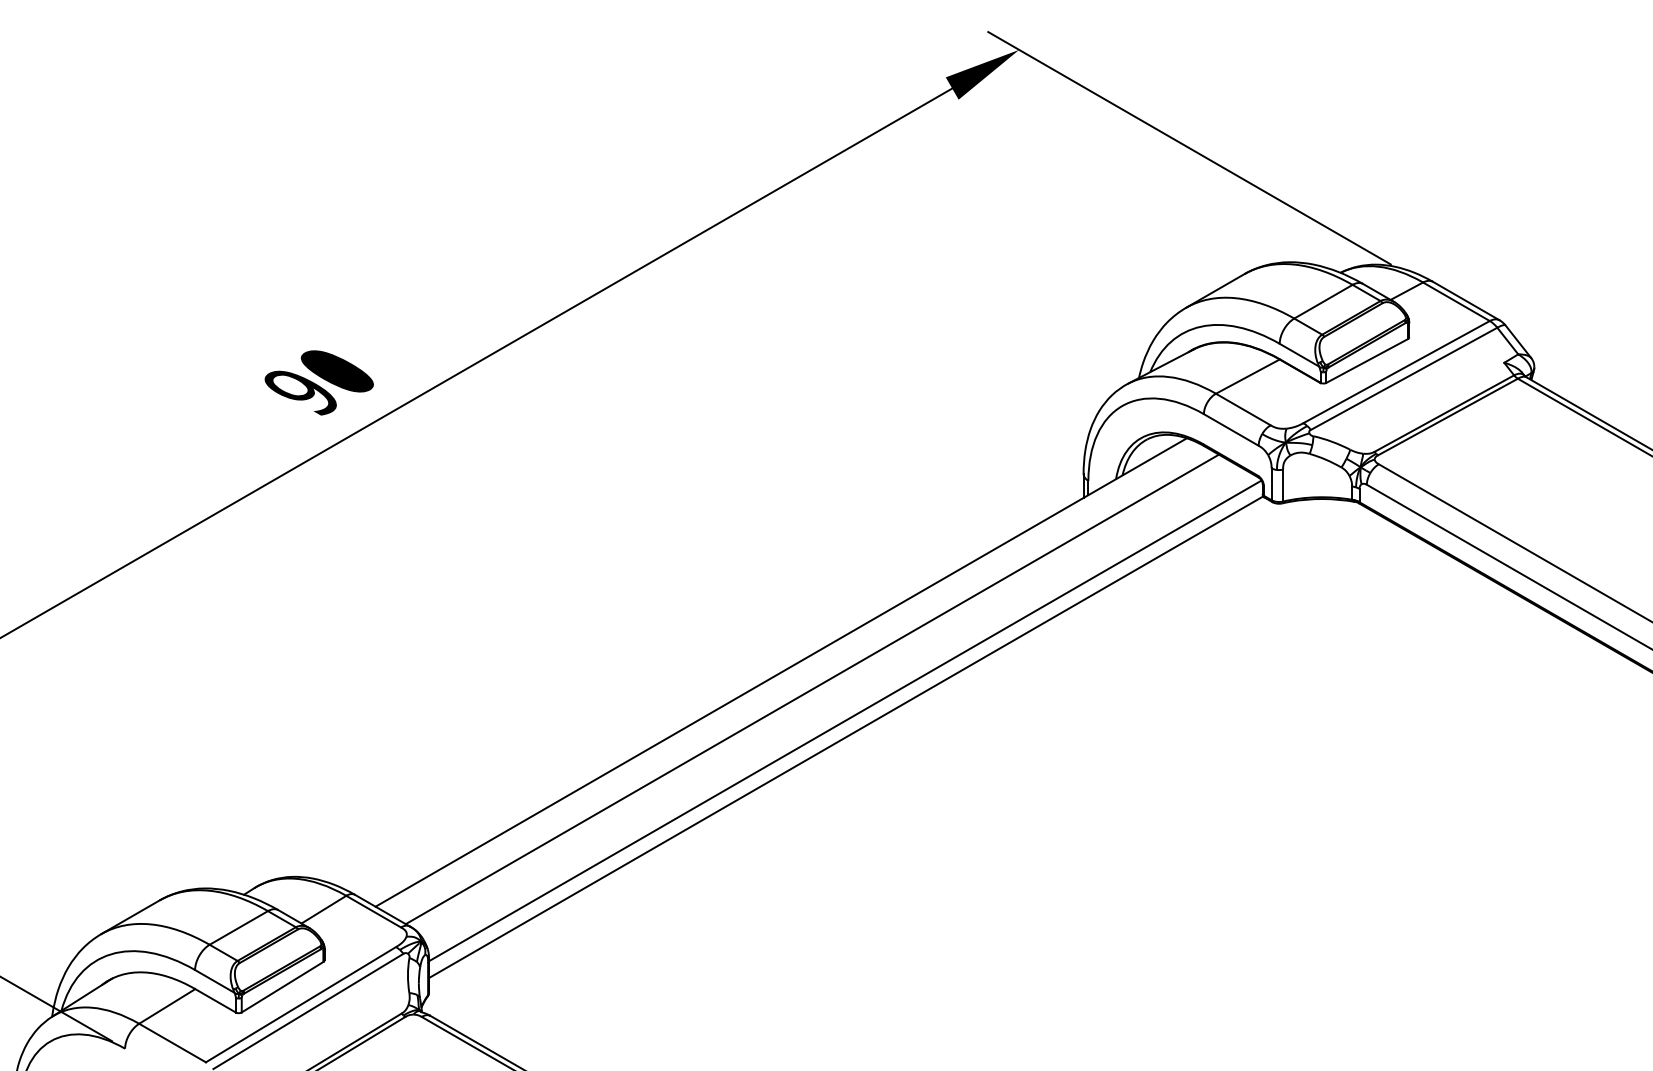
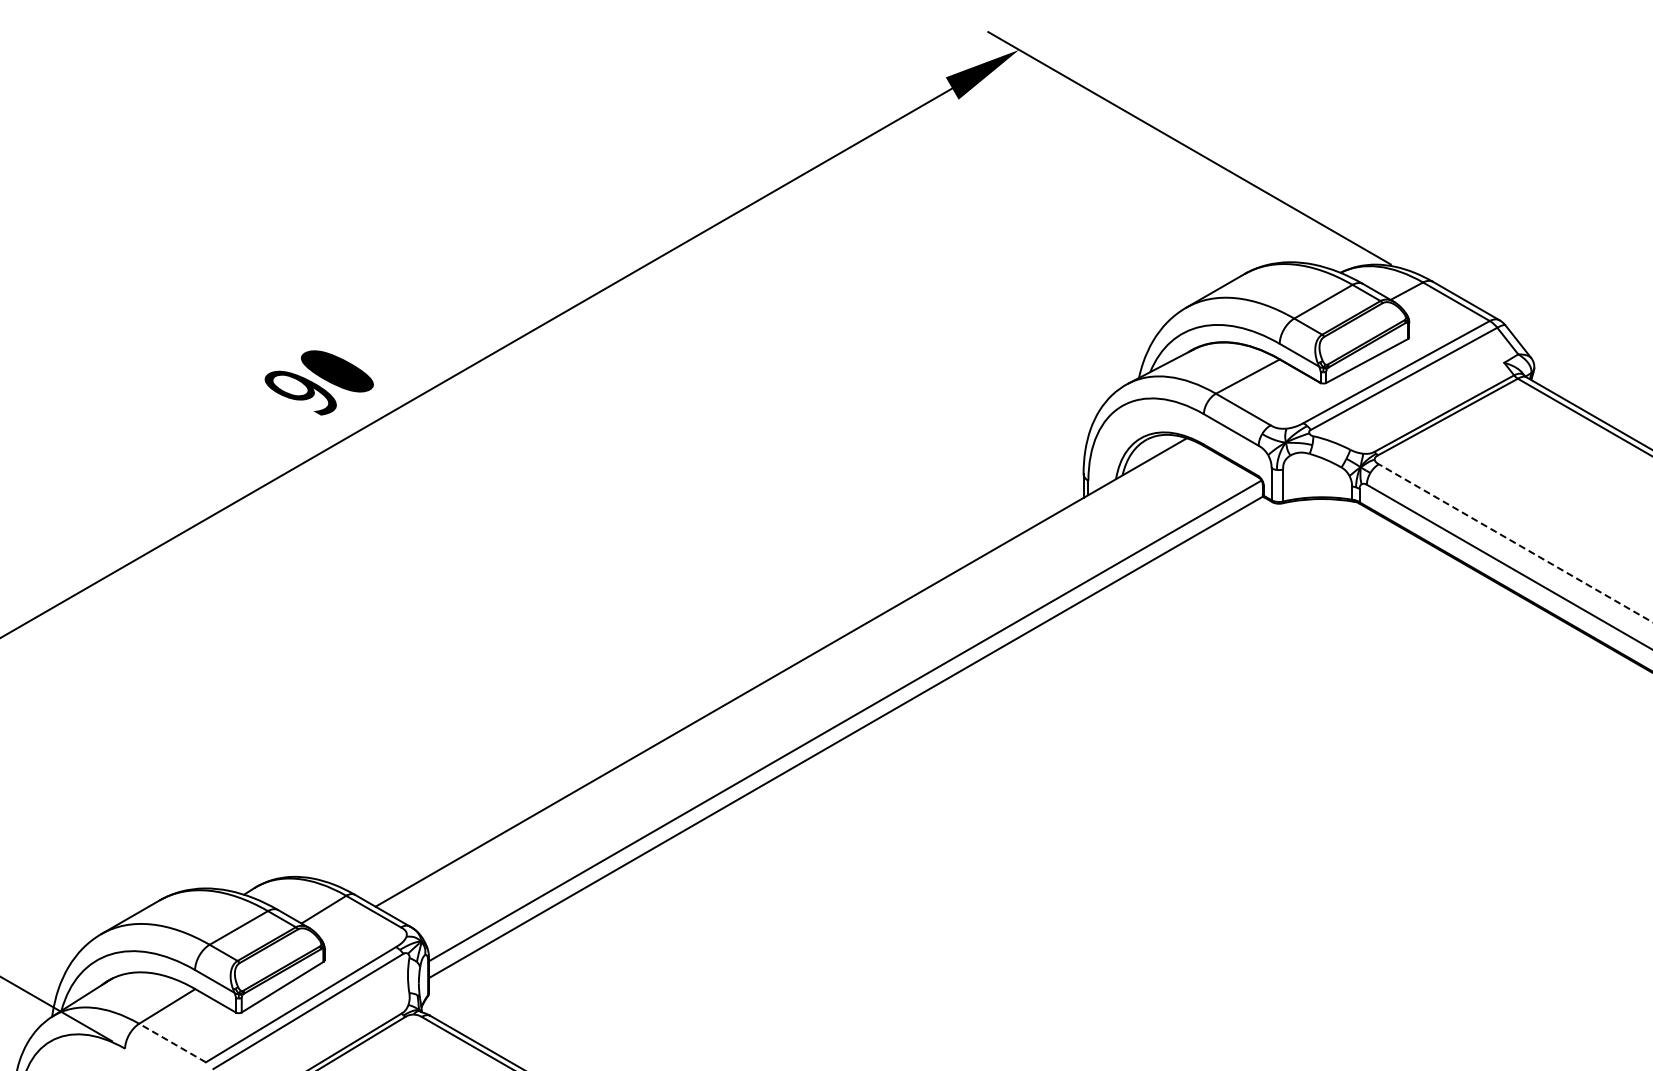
line at (1515, 543): solid -> dashed
line at (811, 689): present -> none
line at (172, 1043): solid -> dashed
